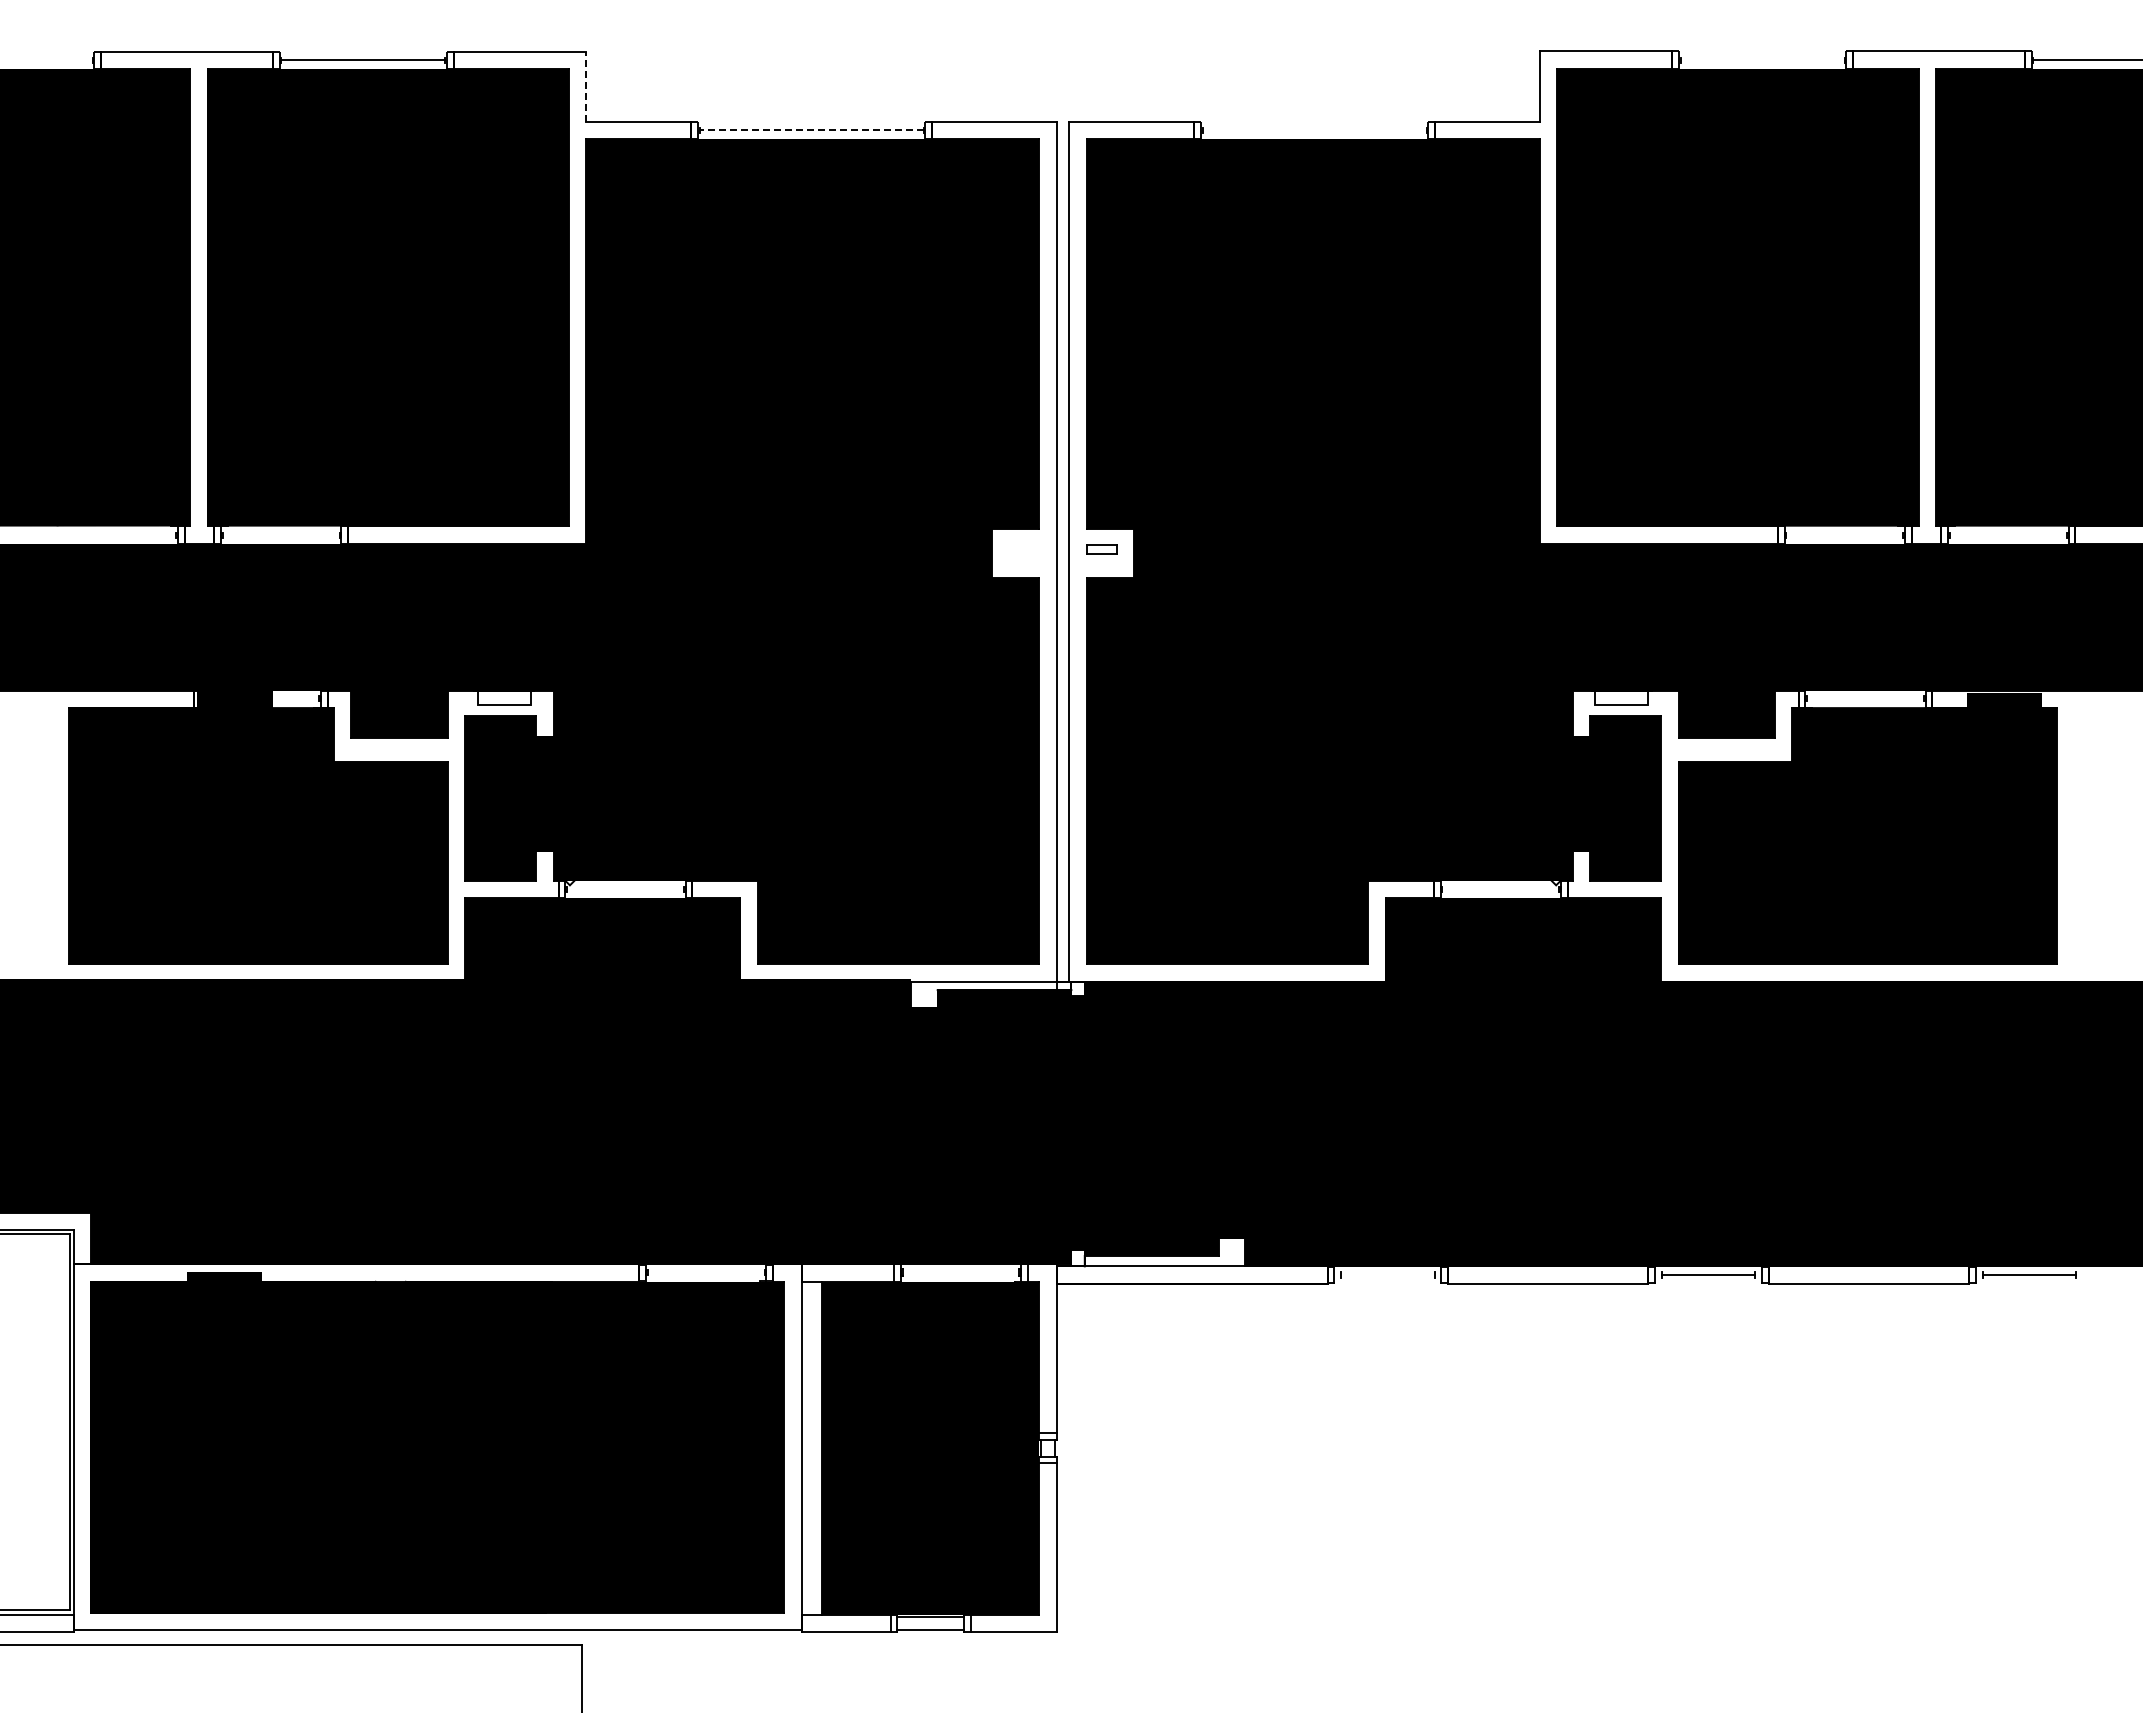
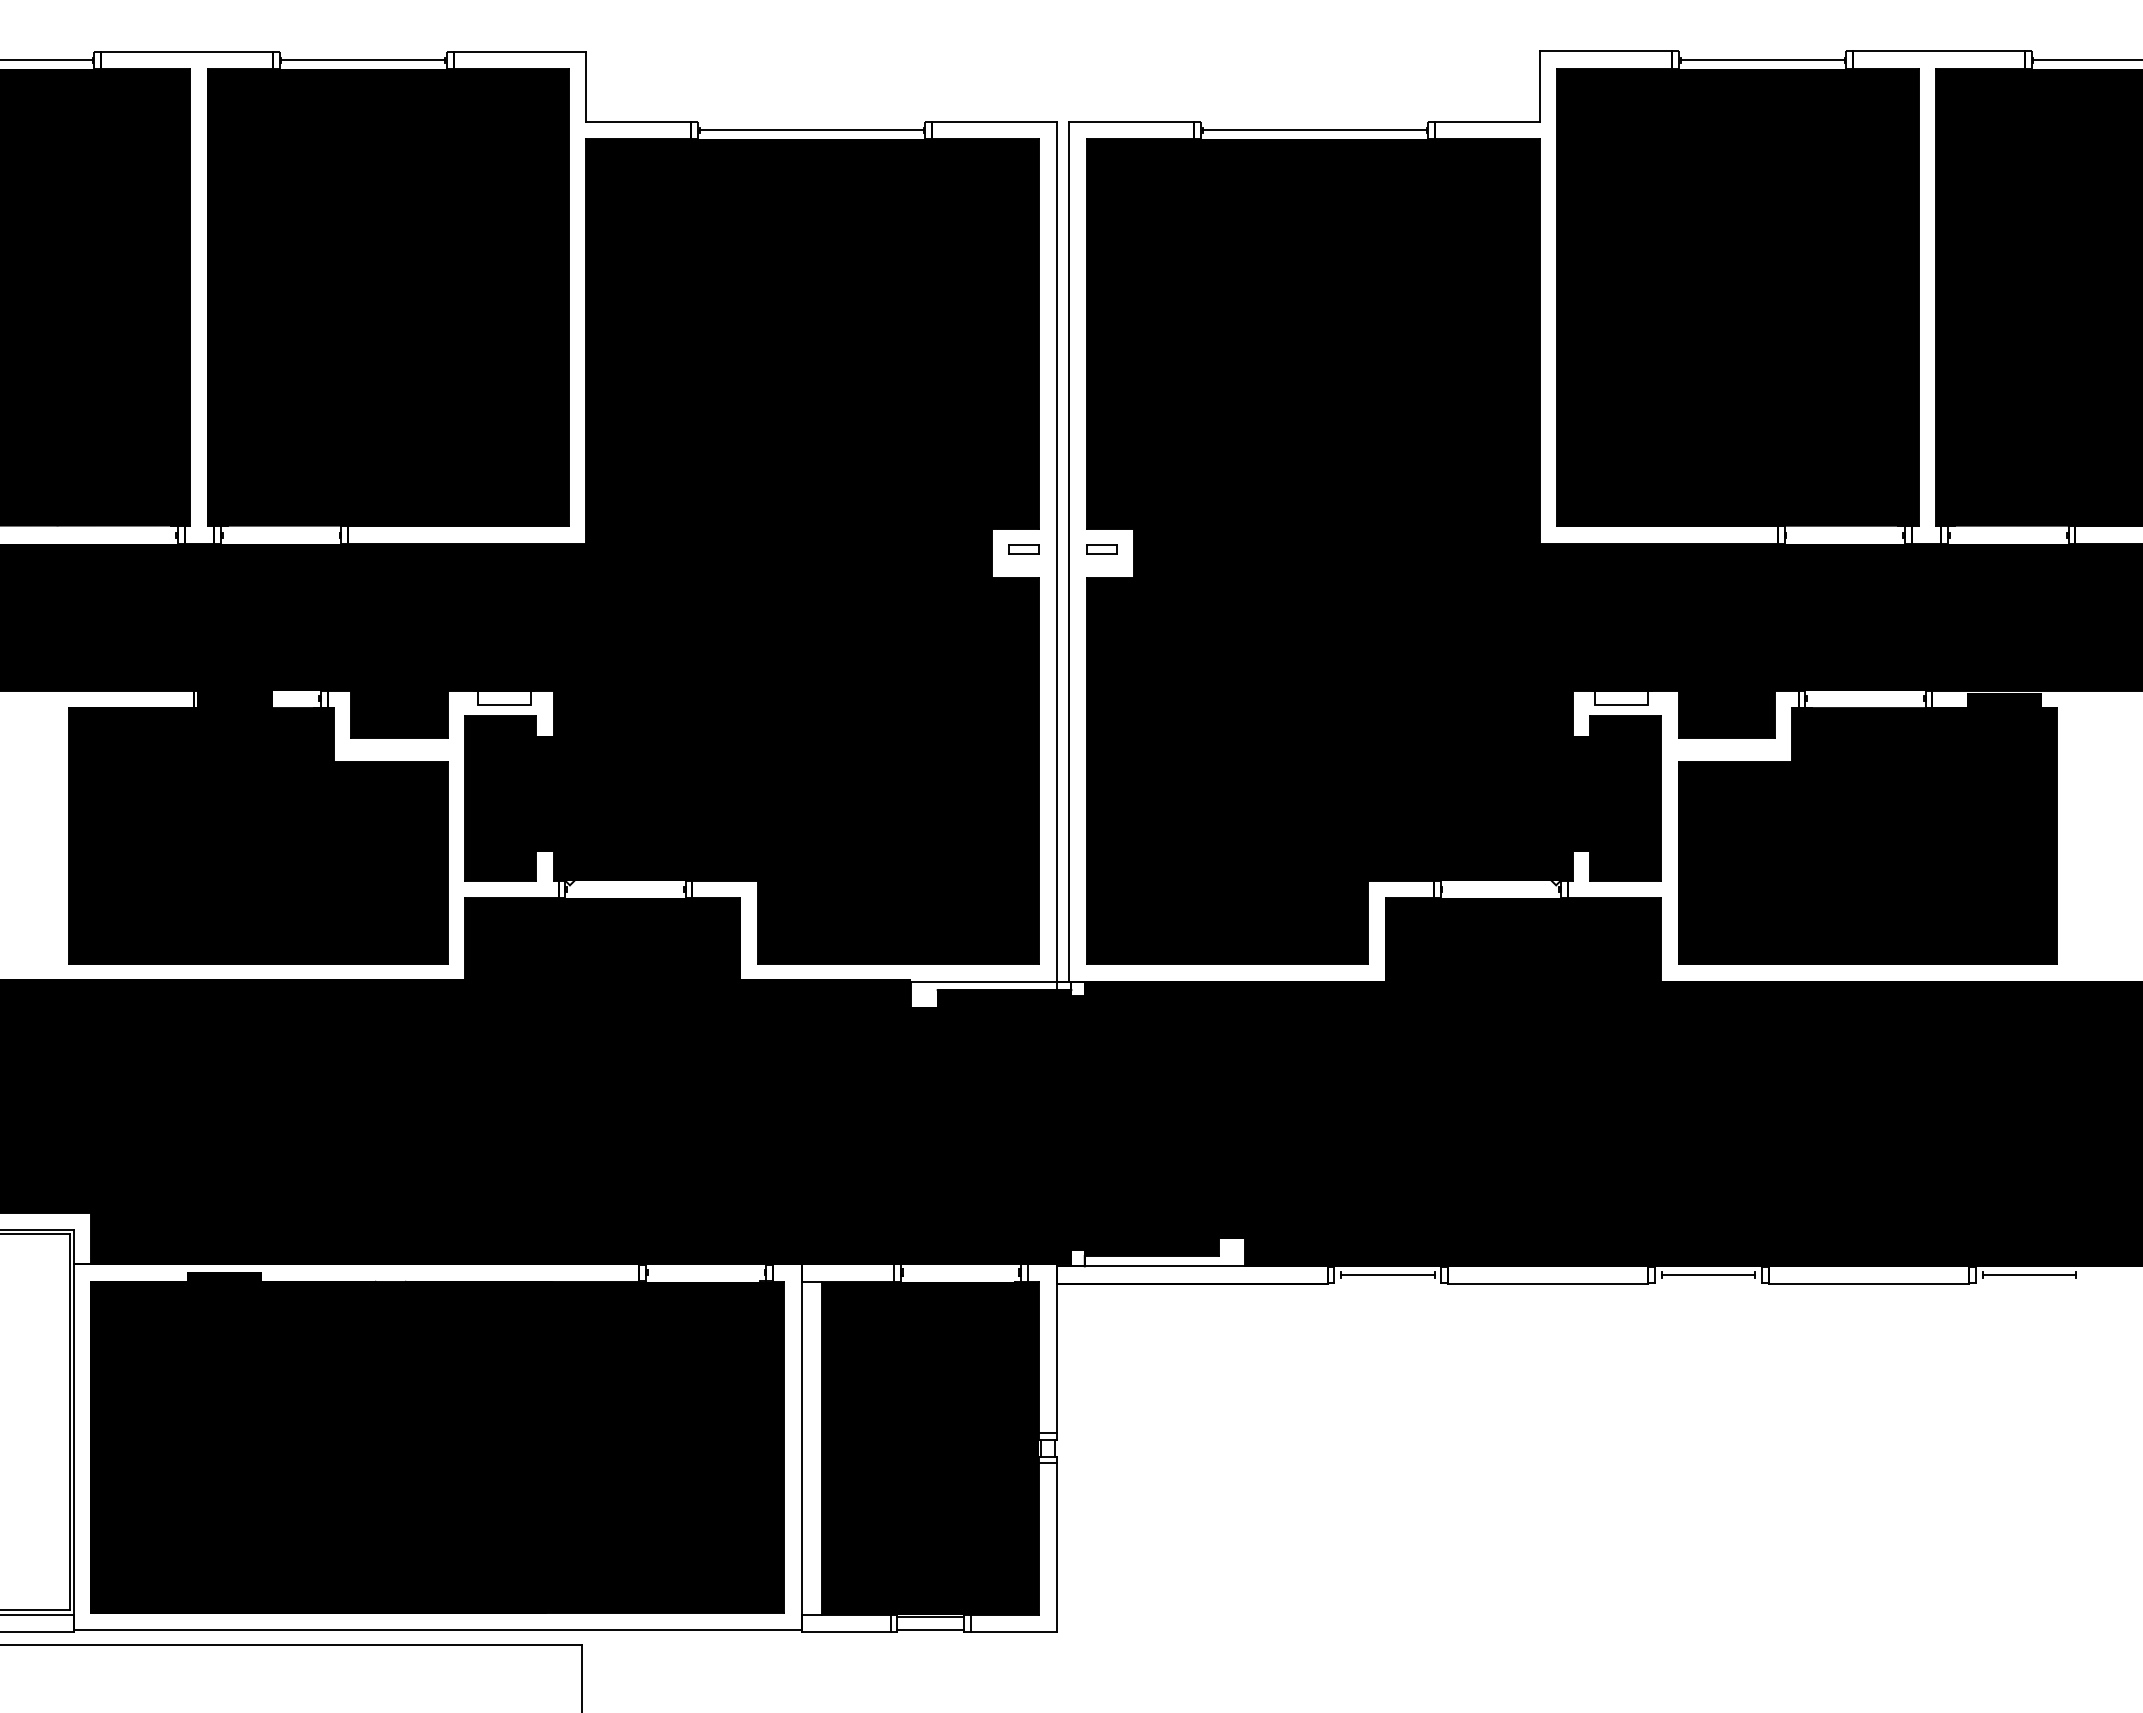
line at (47, 60): none -> present
line at (1762, 60): none -> present
line at (586, 86): dashed -> solid
line at (811, 130): dashed -> solid
line at (1314, 130): none -> present
part at (1023, 549): none -> present
line at (1387, 1275): none -> present
